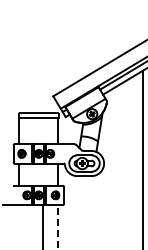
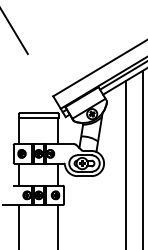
line at (14, 32): none -> present
line at (126, 163): none -> present
line at (43, 225) position: (43, 225) -> (19, 225)
line at (58, 227): dashed -> solid
